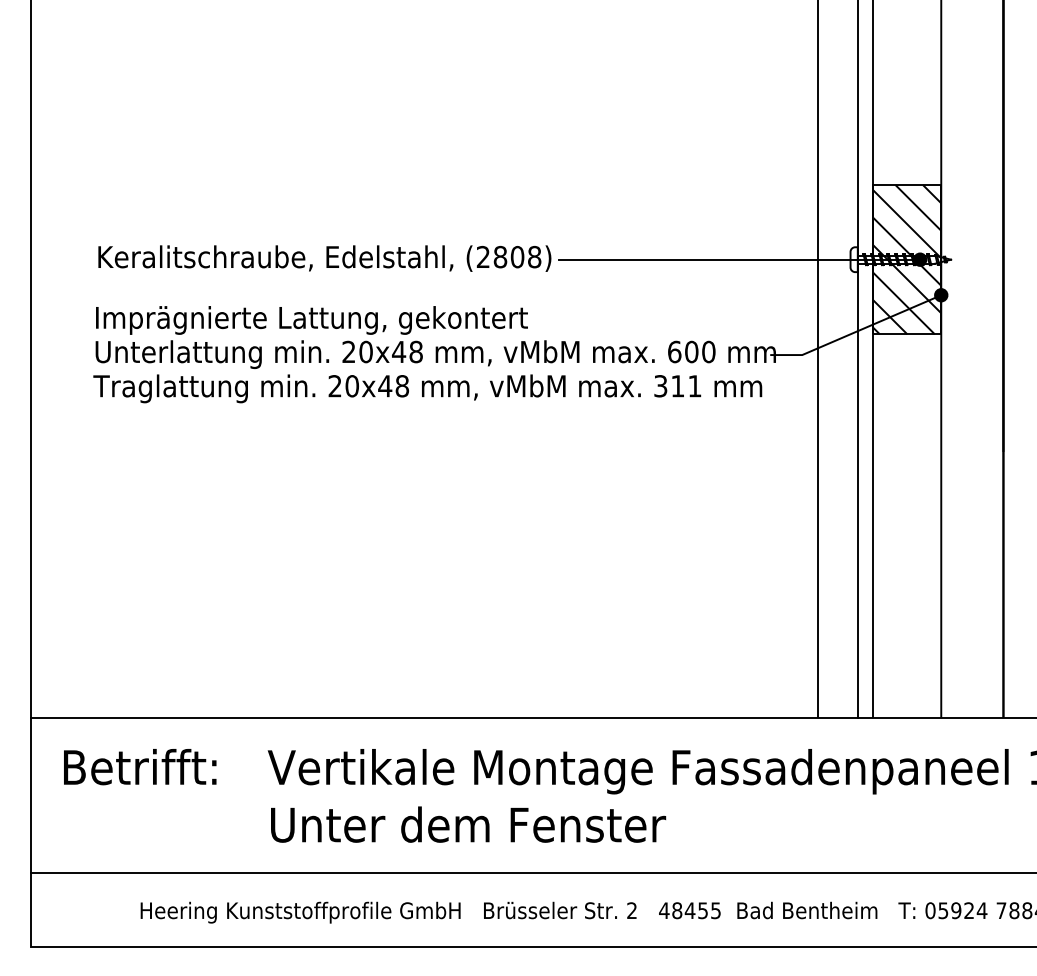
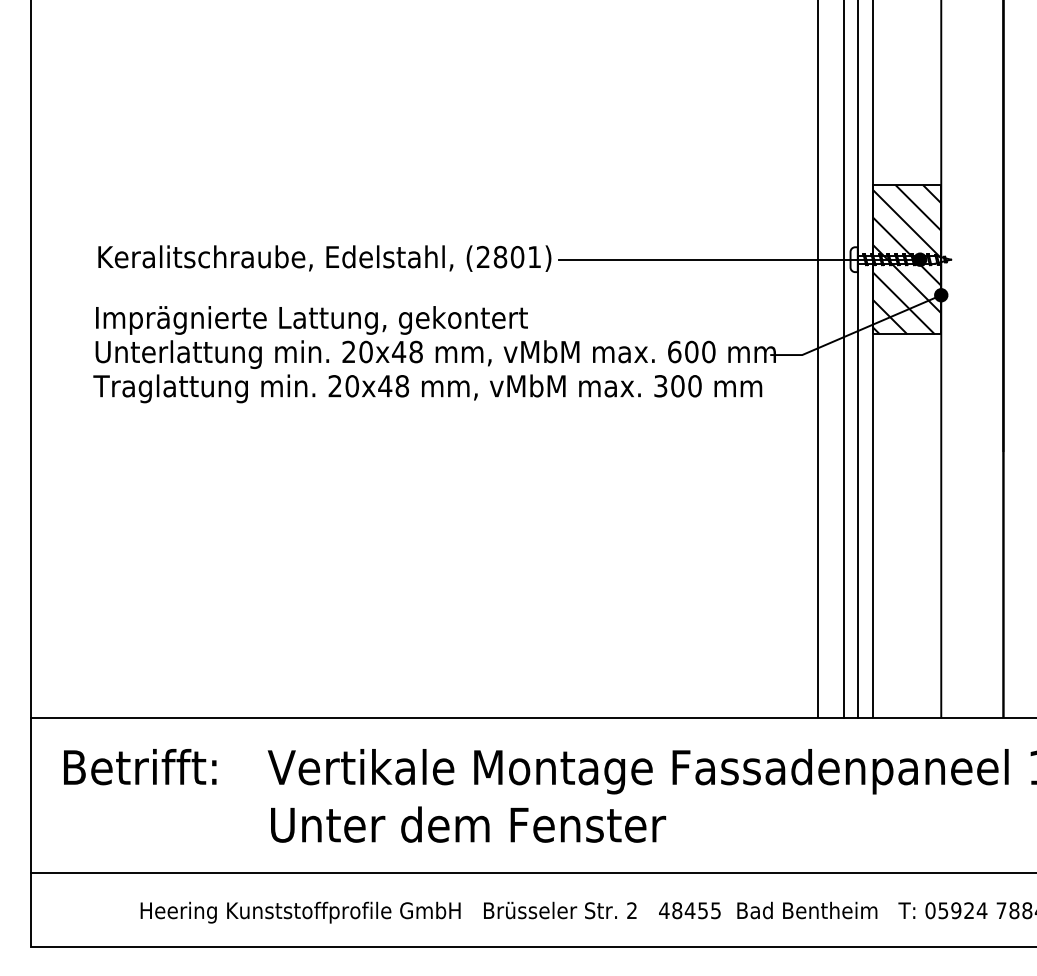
text at (534, 256): (2808) -> (2801)
line at (843, 359): none -> present
text at (686, 386): 311 -> 300
